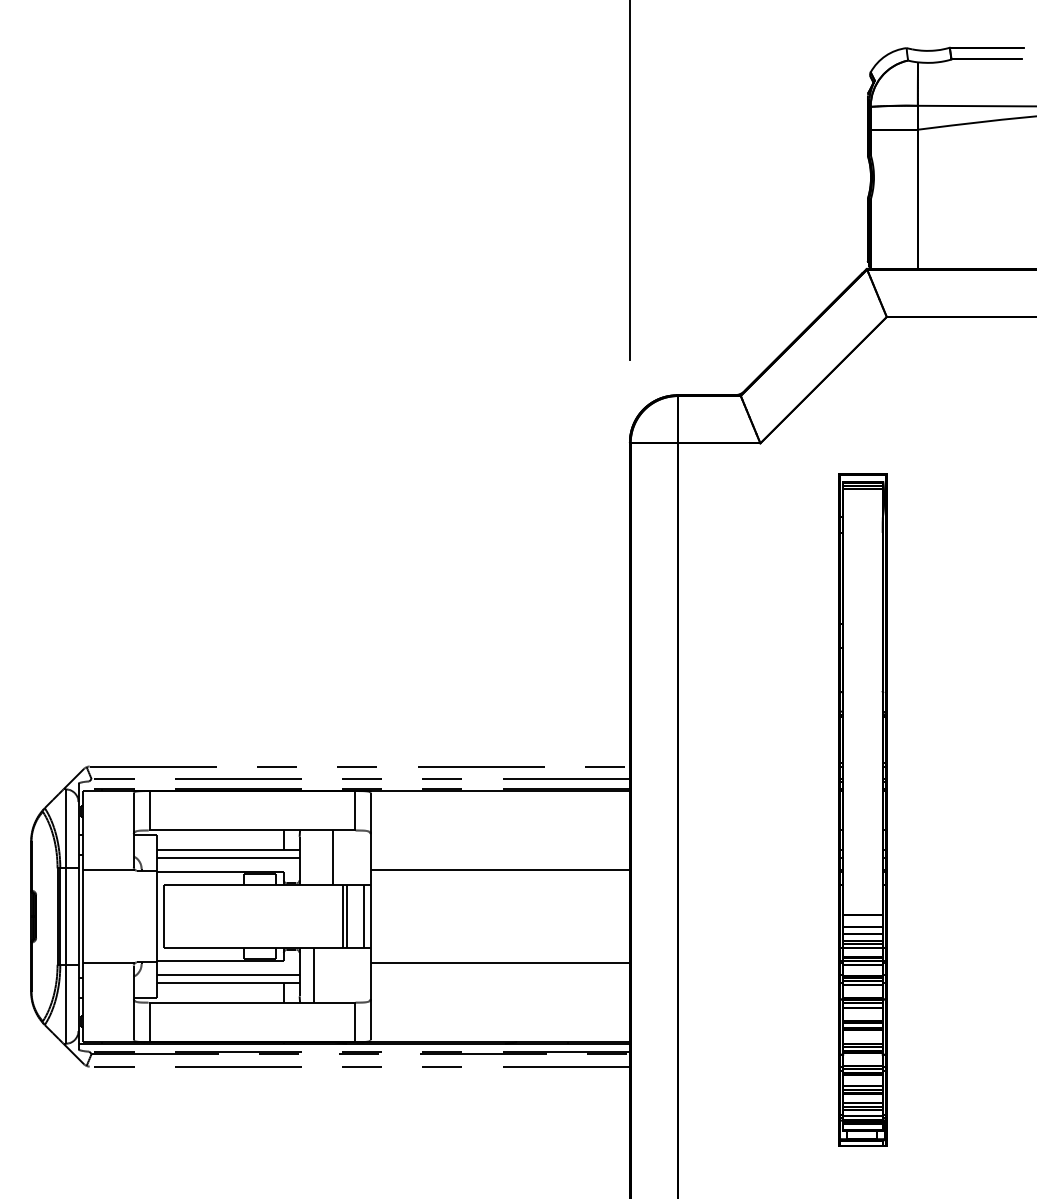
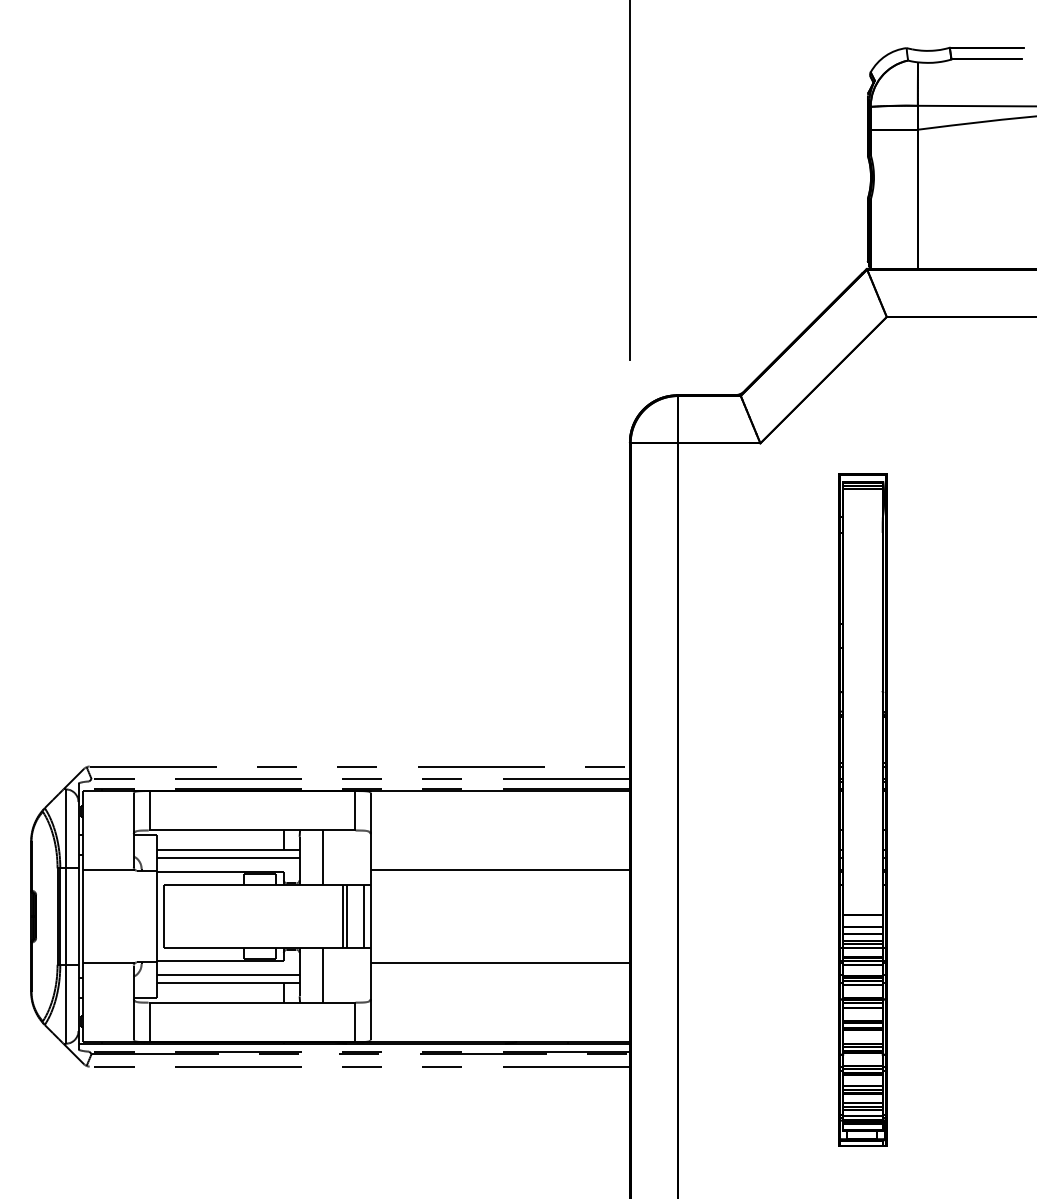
line at (333, 857) position: (333, 857) -> (323, 857)
line at (314, 975) position: (314, 975) -> (323, 975)
